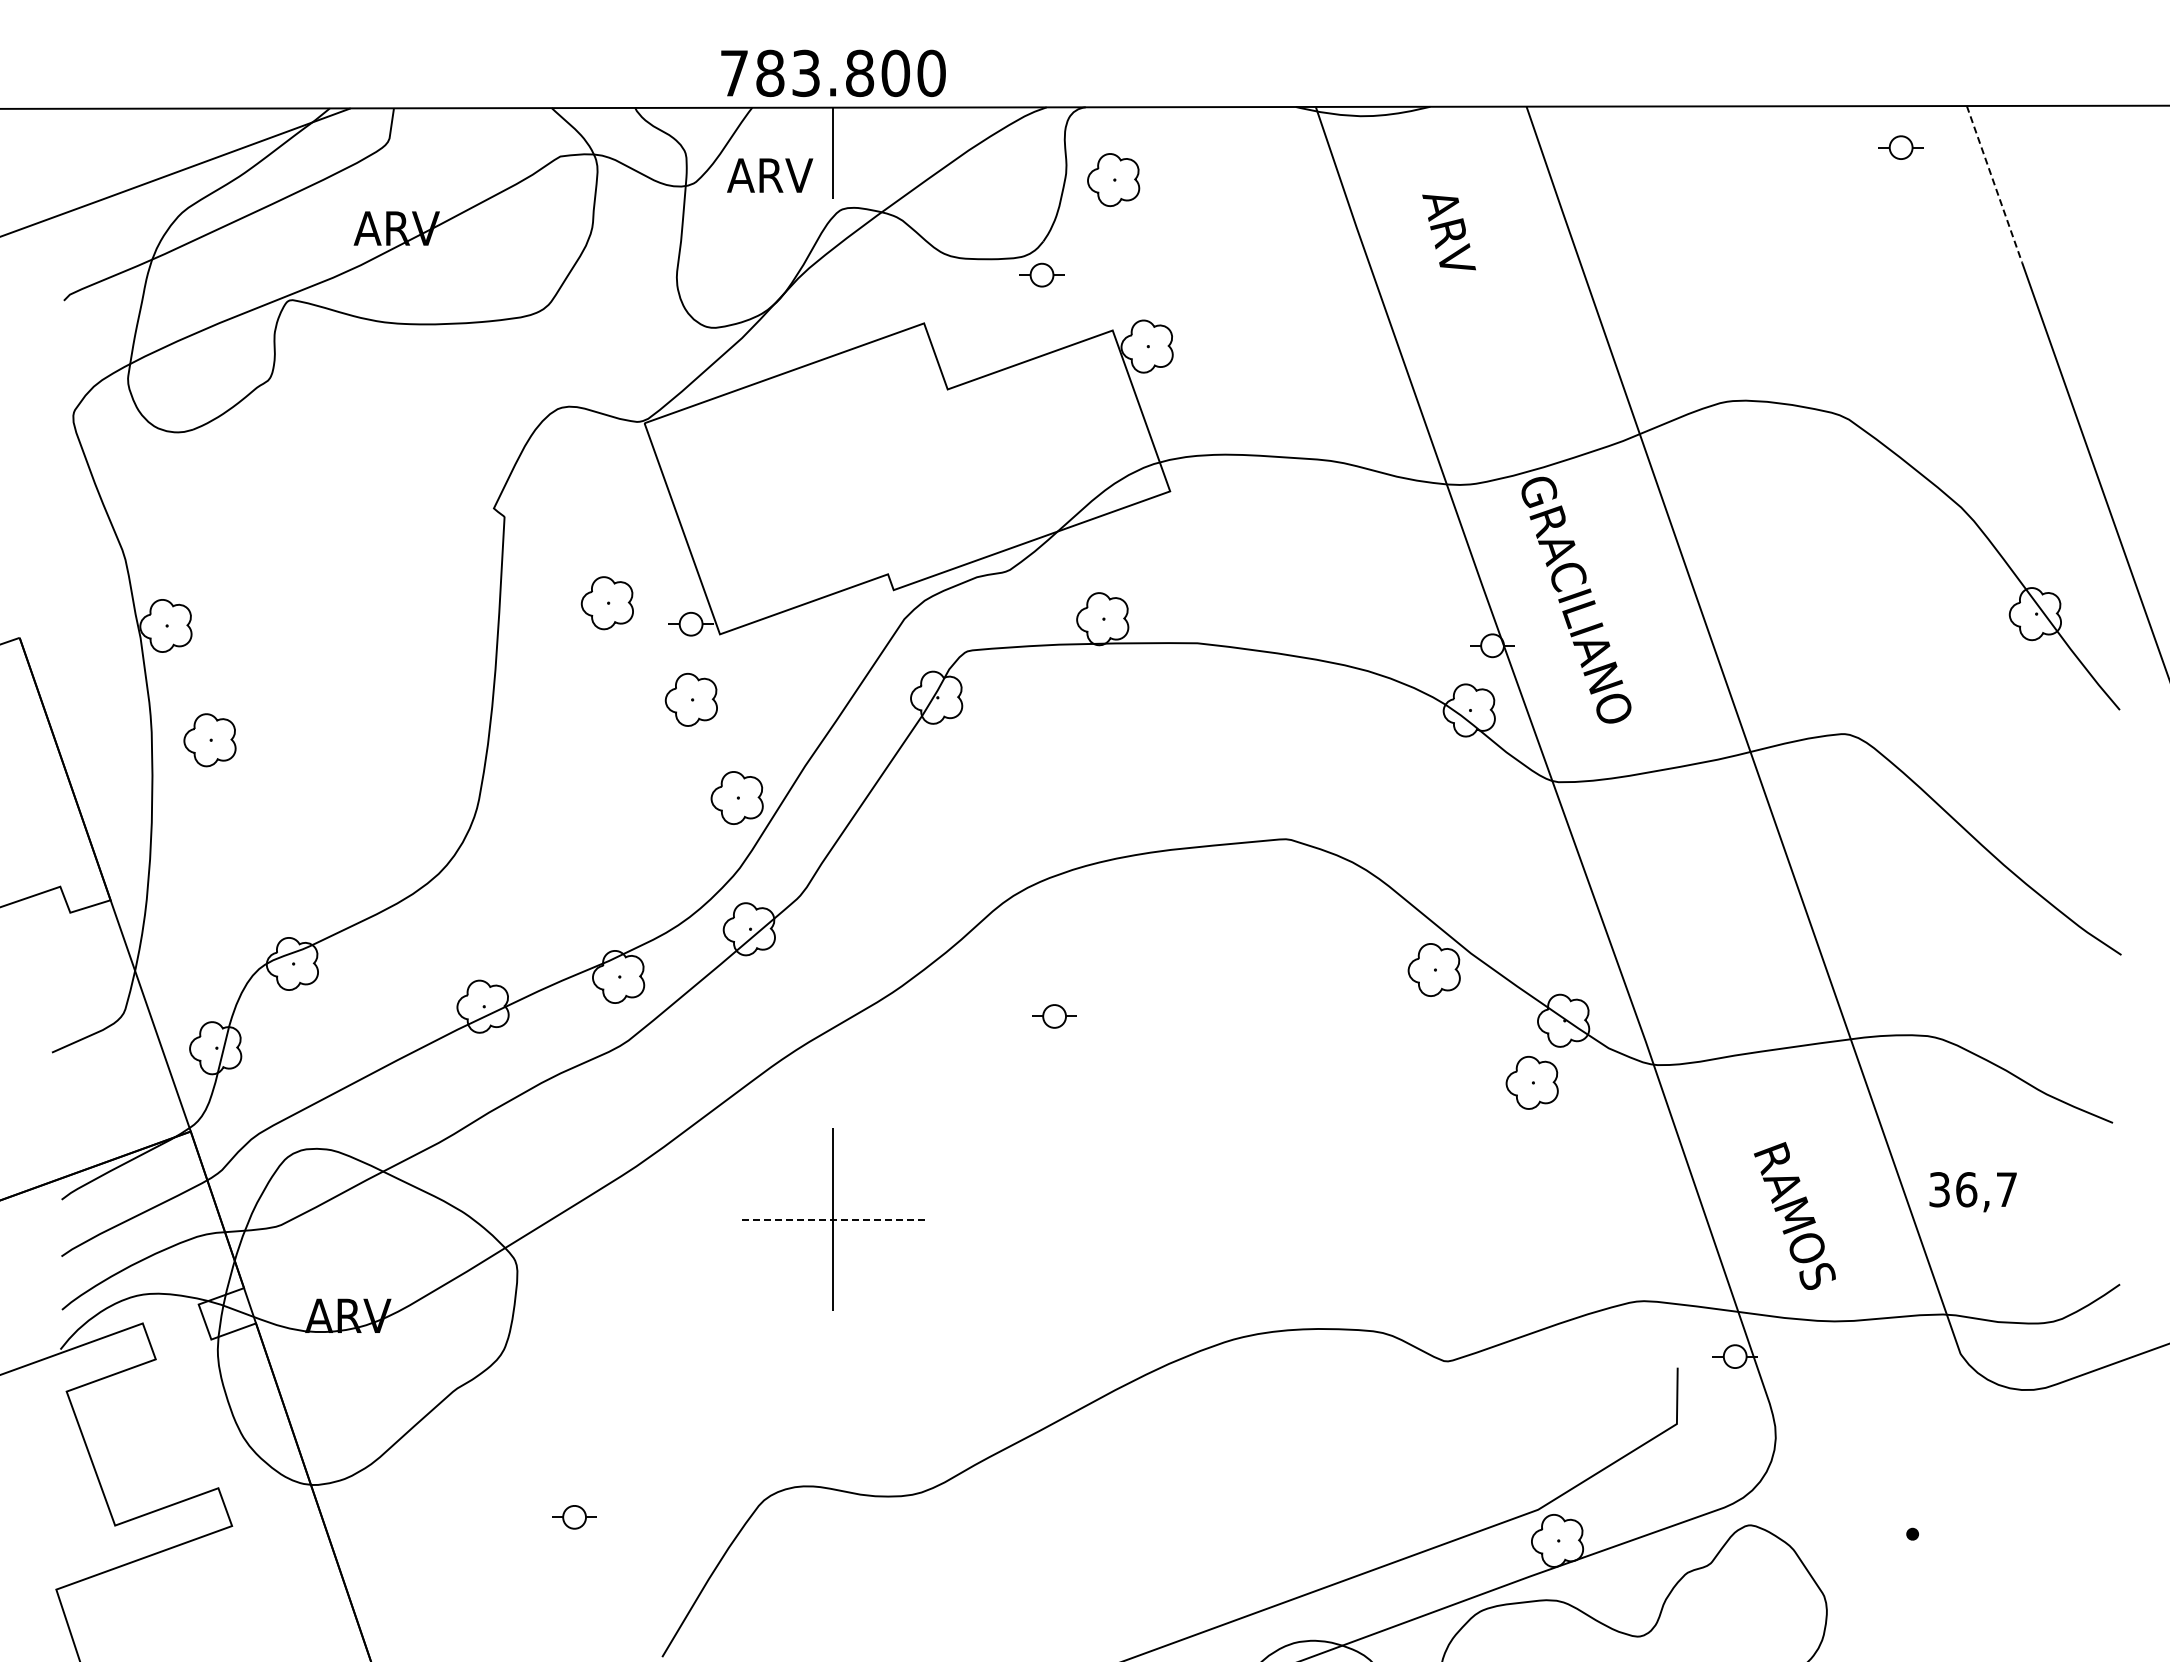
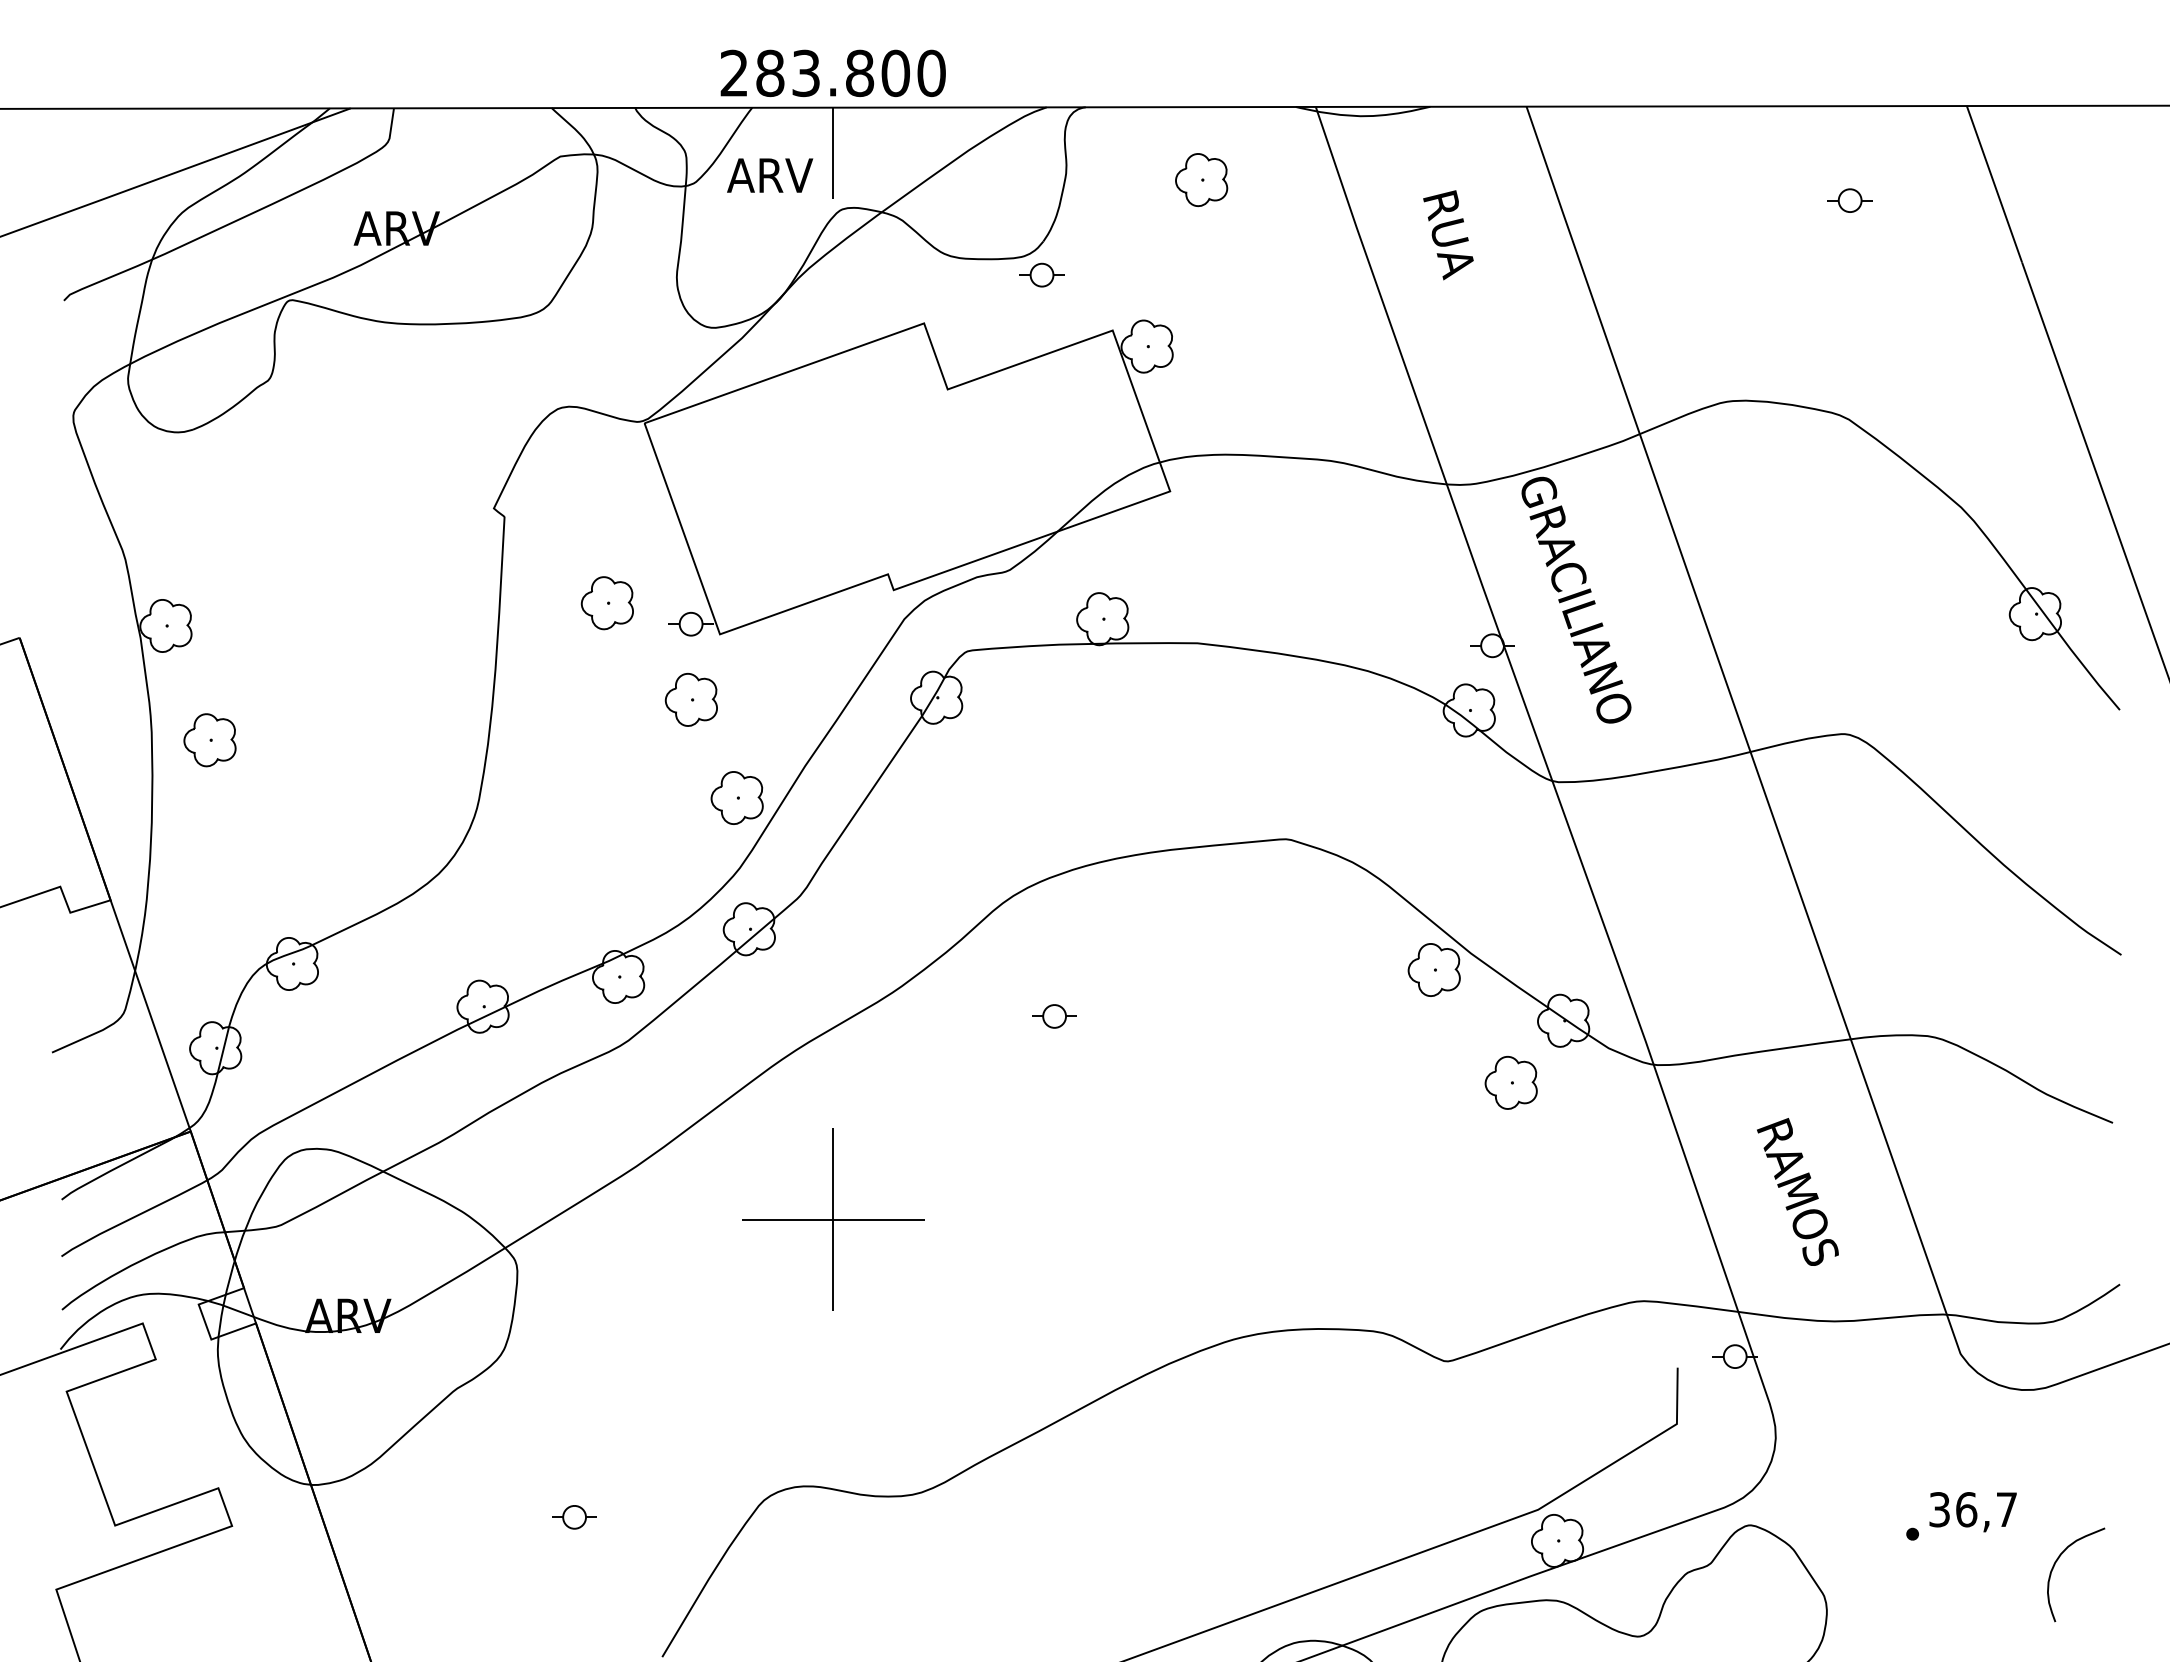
text at (733, 72): 783.800 -> 283.800
part at (1900, 147) position: (1900, 147) -> (1849, 200)
part at (1113, 180) position: (1113, 180) -> (1201, 180)
line at (1994, 184): dashed -> solid
text at (1448, 235): ARV -> RUA
part at (1531, 1082) position: (1531, 1082) -> (1510, 1082)
text at (1972, 1192) position: (1972, 1192) -> (1972, 1512)
text at (1794, 1215) position: (1794, 1215) -> (1797, 1191)
line at (832, 1219): dashed -> solid
curve at (2057, 1561): none -> present
